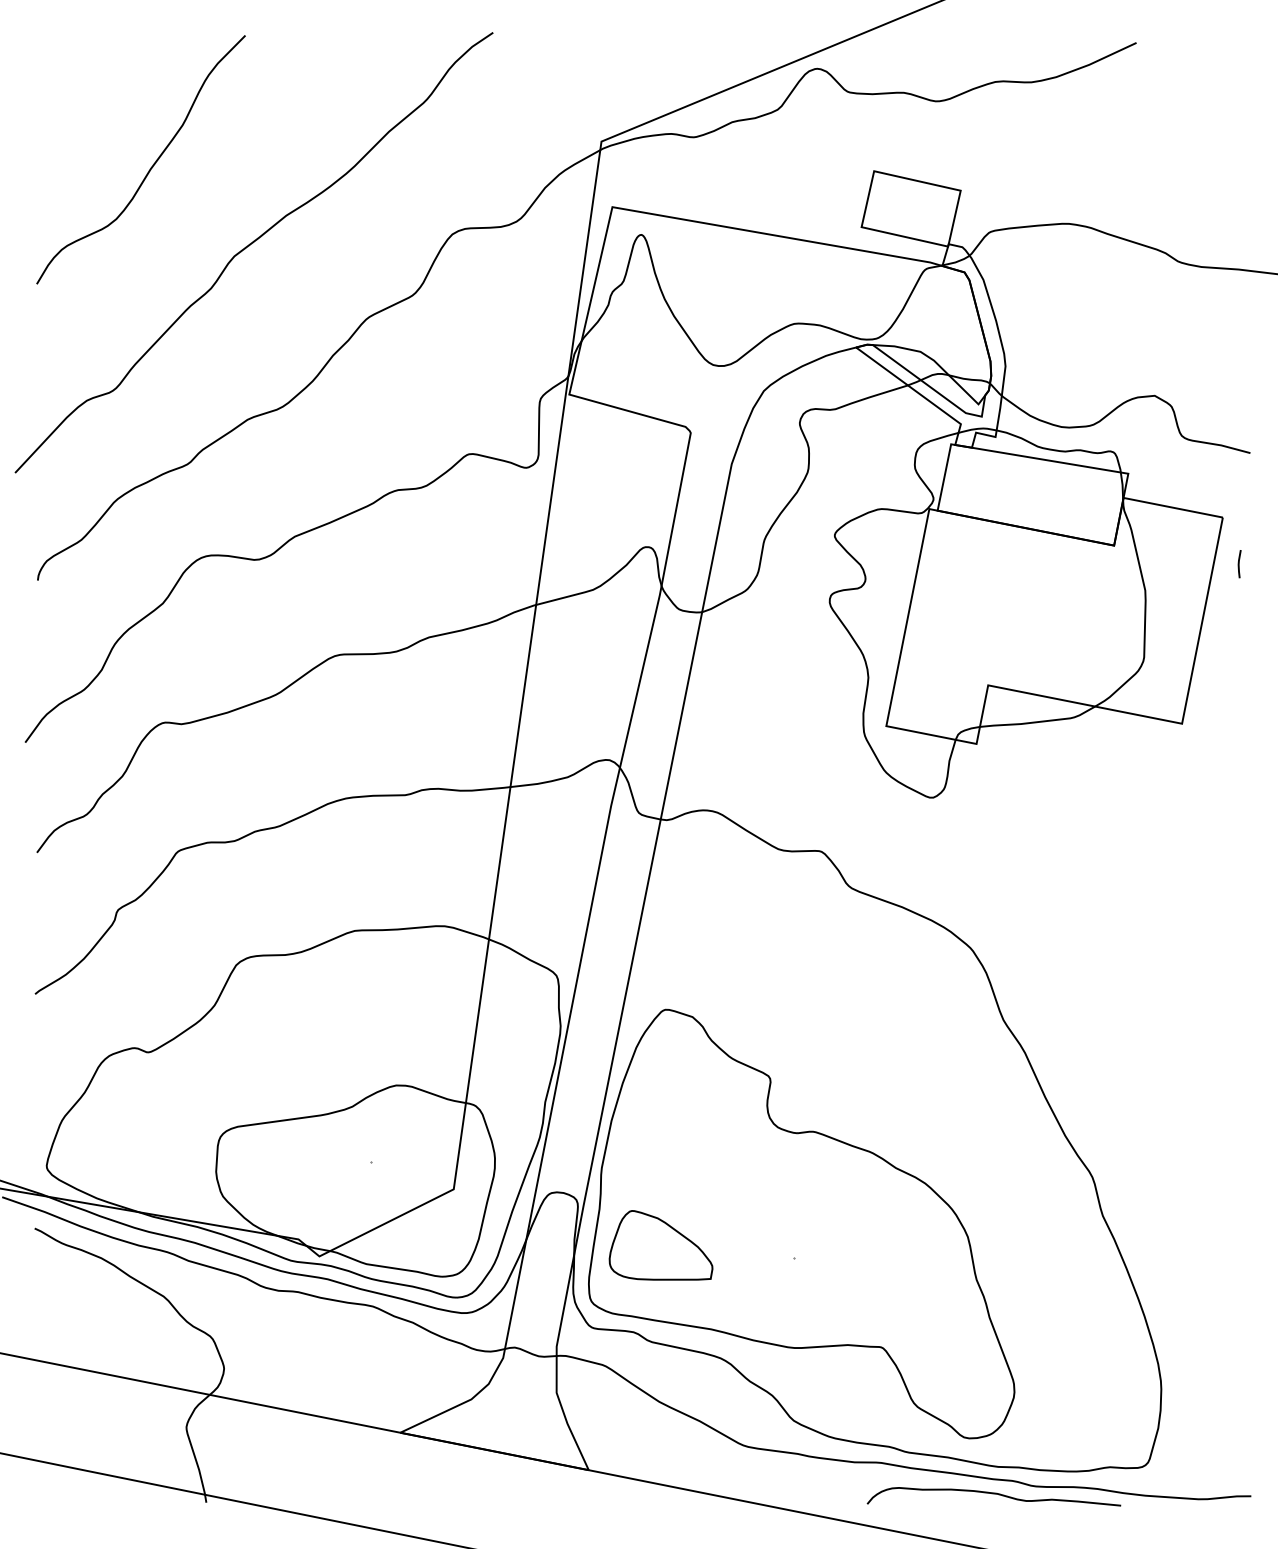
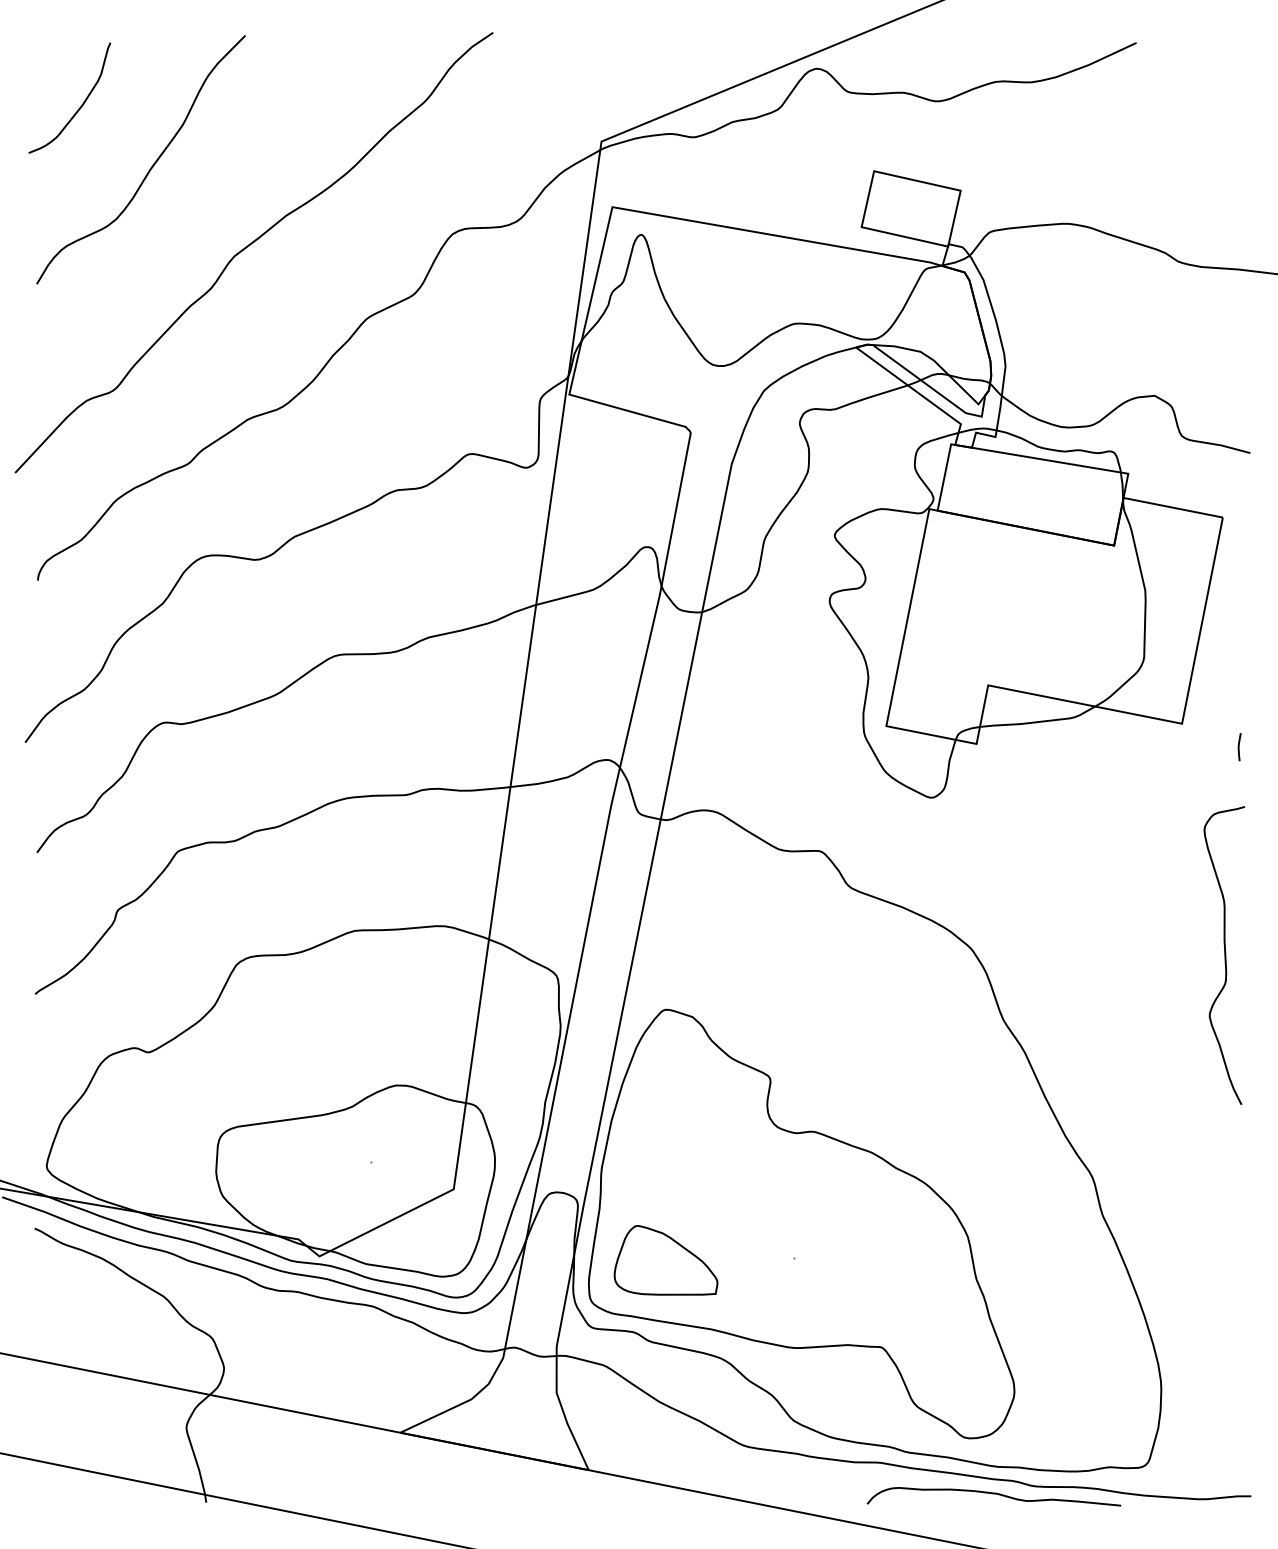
curve at (81, 104): none -> present
line at (1239, 564) position: (1239, 564) -> (1239, 747)
curve at (1224, 955): none -> present
part at (660, 1245) position: (660, 1245) -> (665, 1260)
